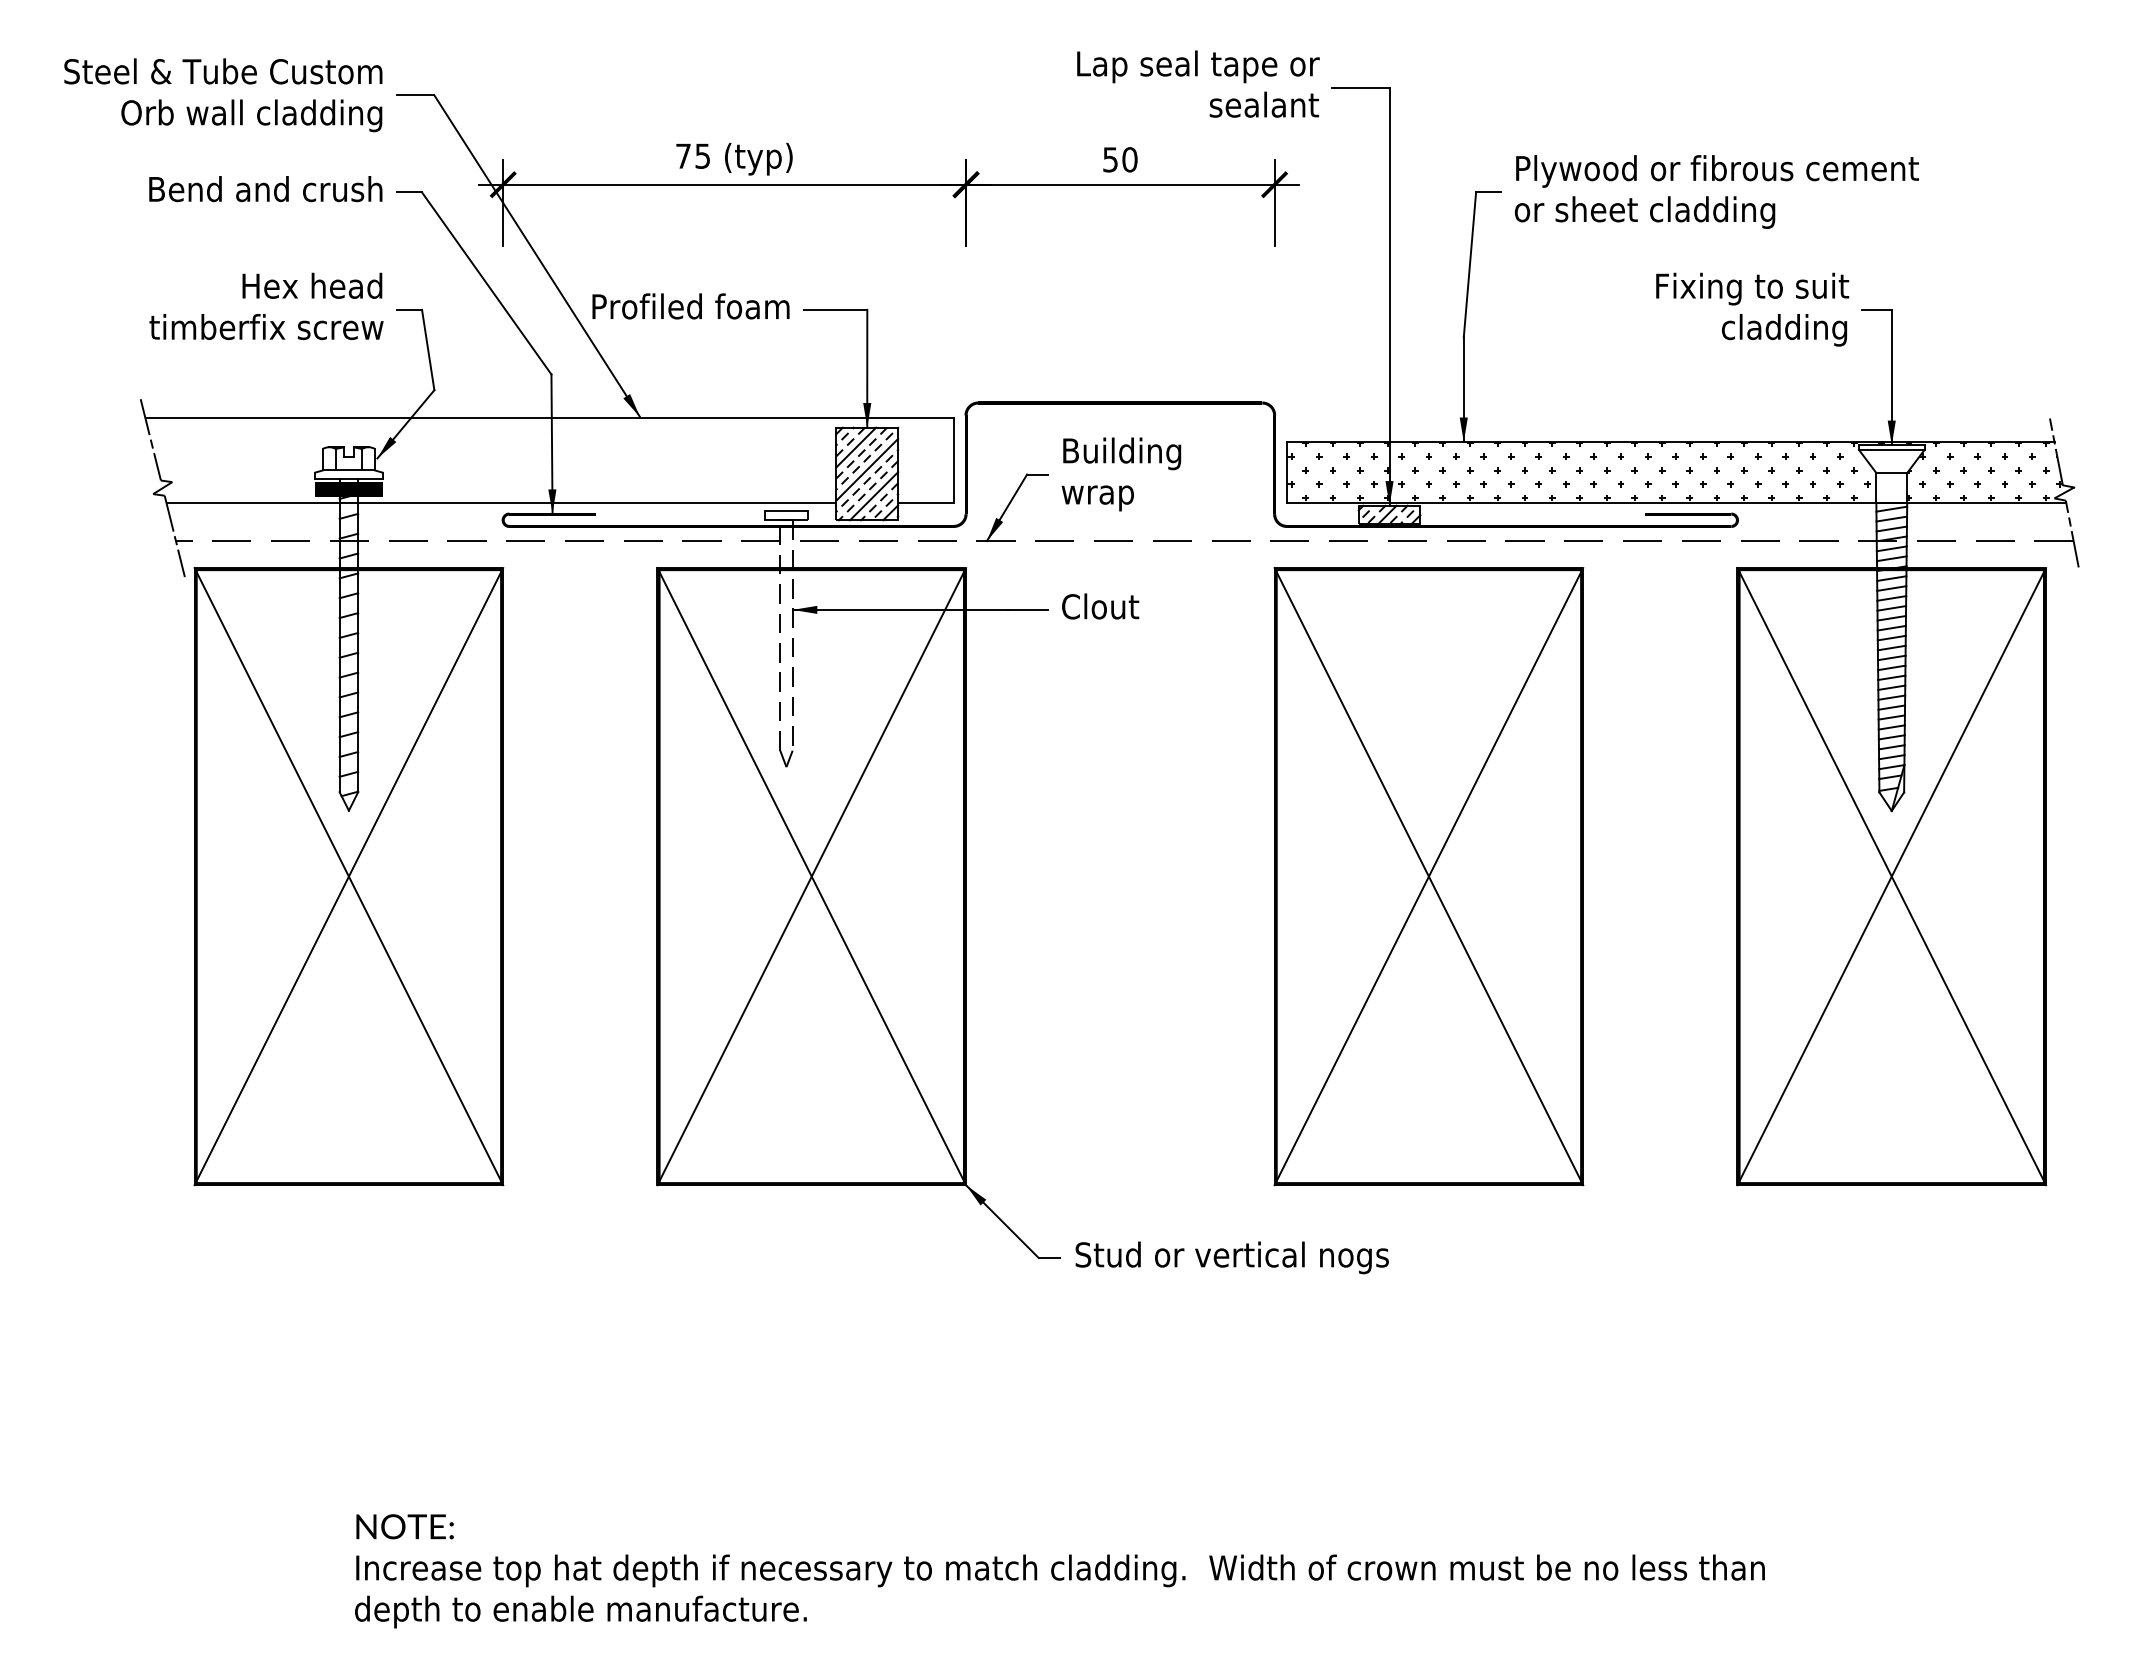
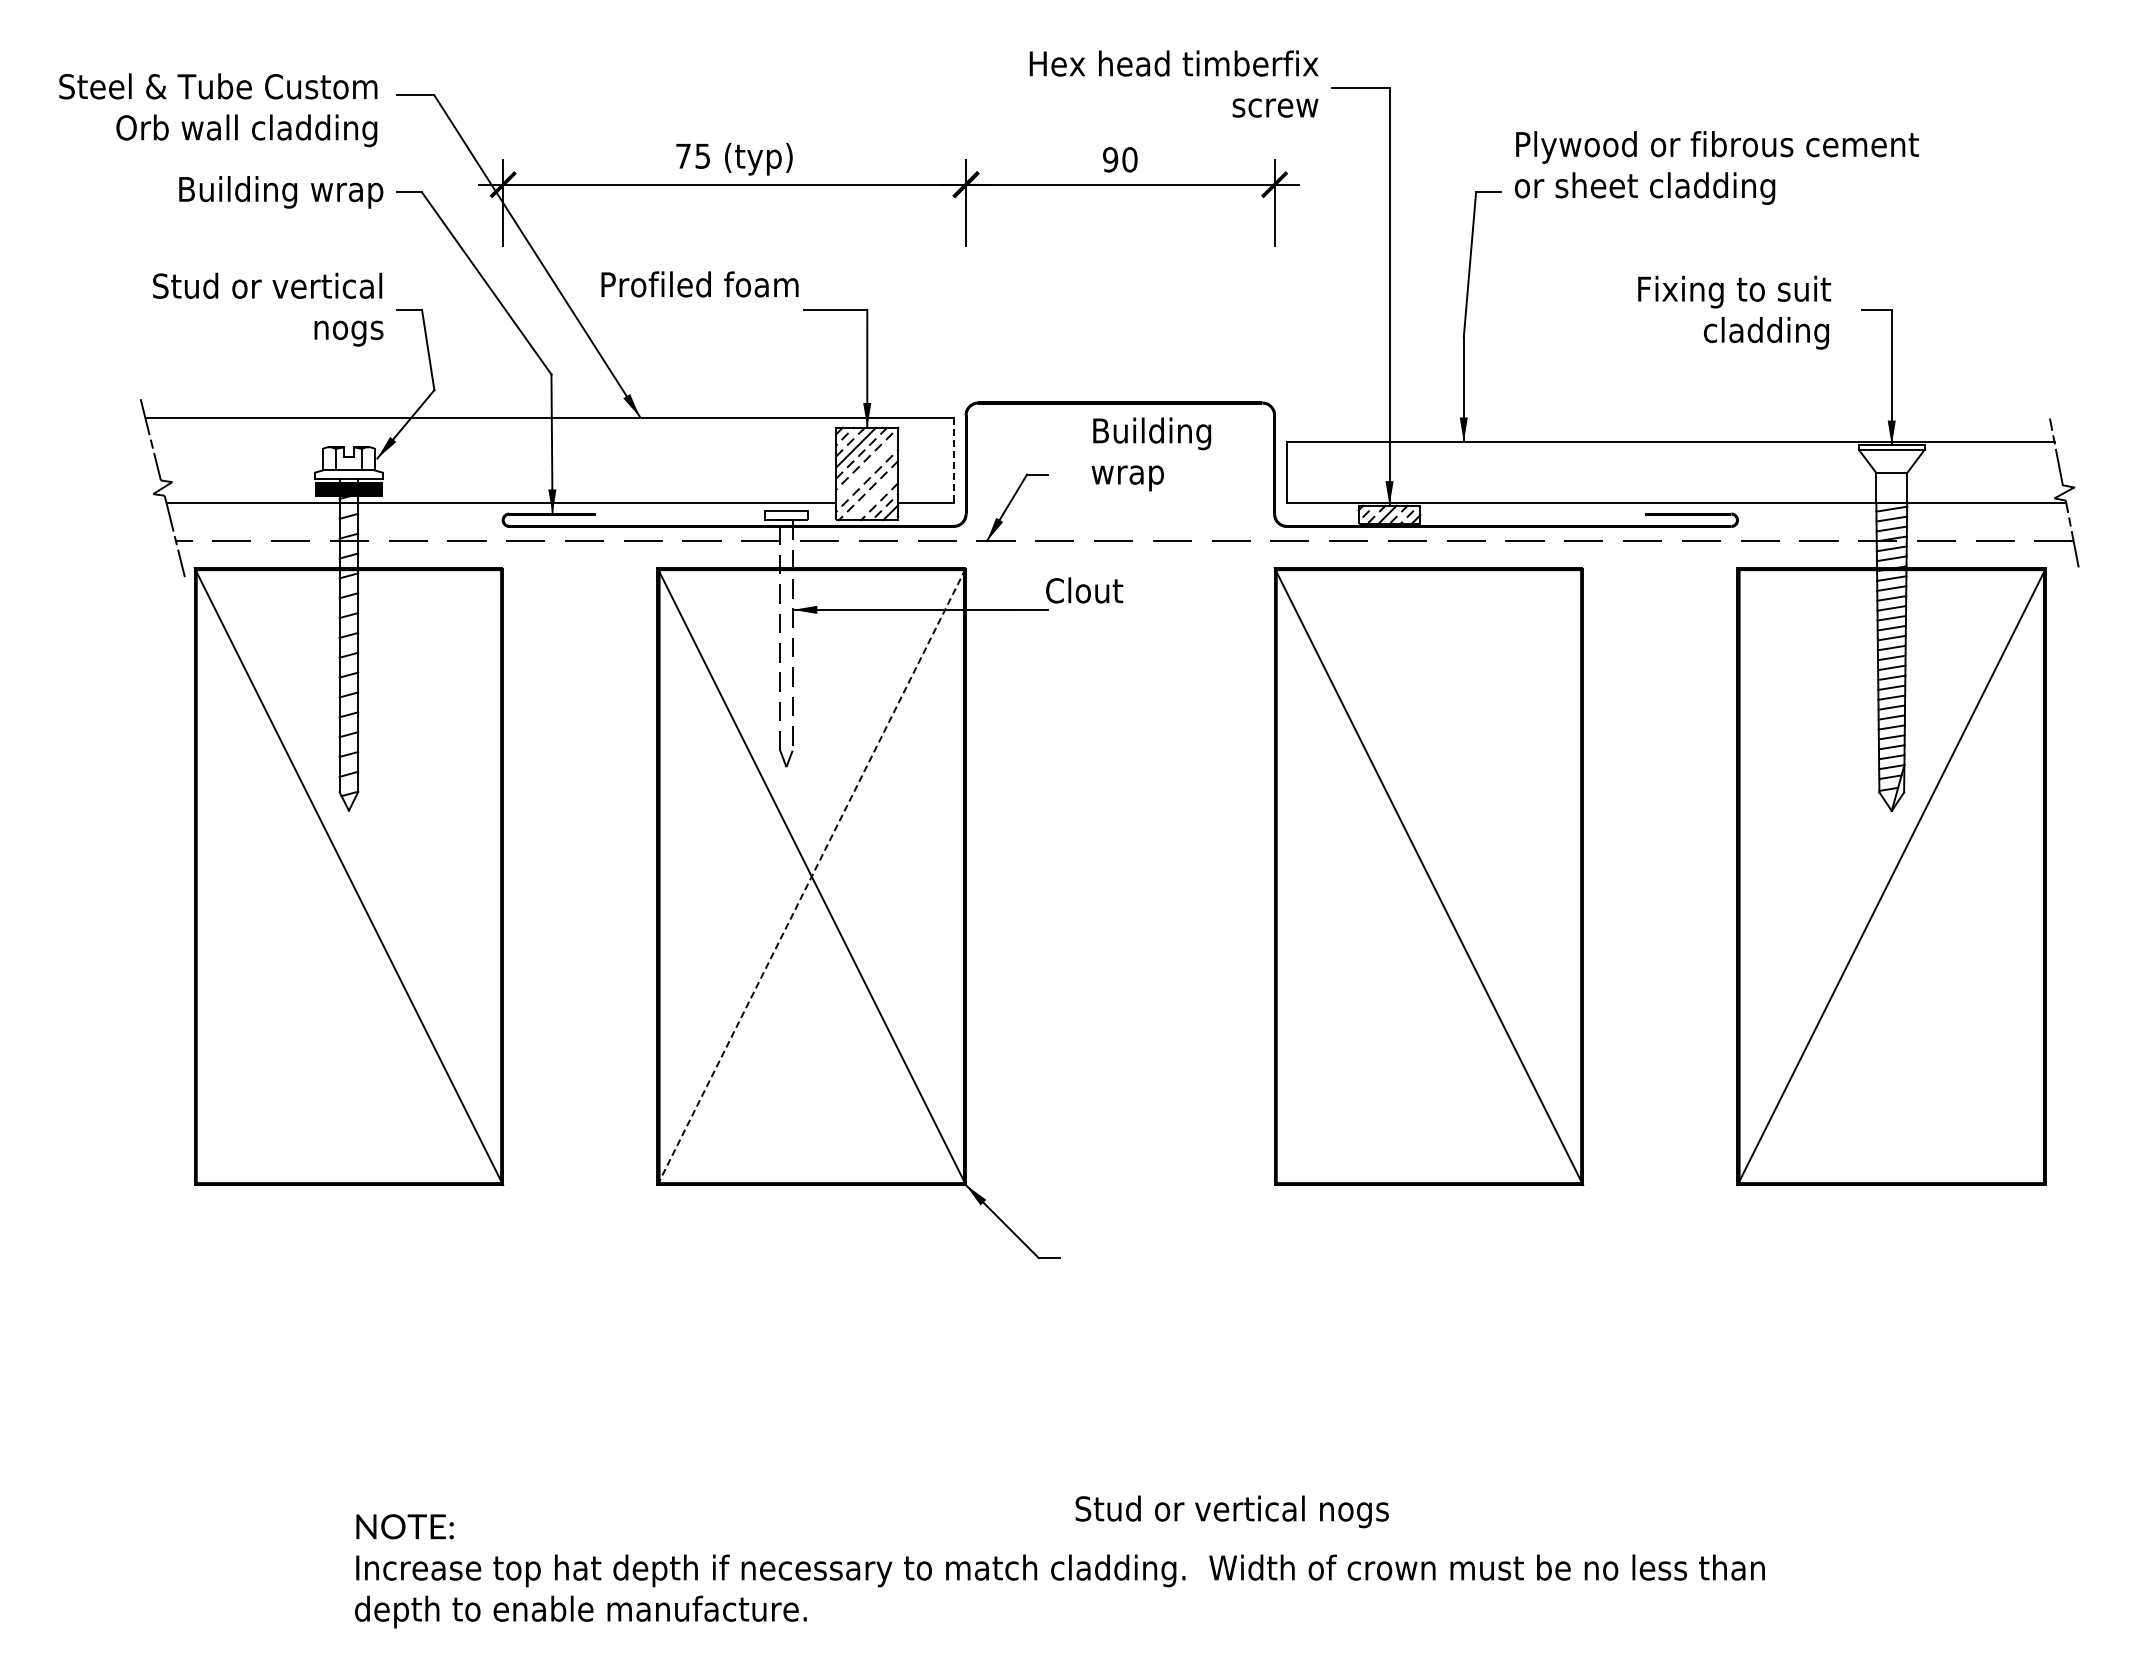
text at (1174, 83): Lap seal tape or sealant -> Hex head timberfix screw
text at (223, 95) position: (223, 95) -> (218, 110)
text at (1110, 159): 50 -> 90
text at (1716, 191) position: (1716, 191) -> (1716, 167)
text at (266, 192): Bend and crush -> Building wrap
text at (690, 306) position: (690, 306) -> (699, 284)
text at (266, 309): Hex head timberfix screw -> Stud or vertical nogs
text at (1752, 309) position: (1752, 309) -> (1734, 312)
line at (953, 460): solid -> dashed
line at (867, 469): present -> none
hatch at (1675, 471): present -> none
text at (1121, 474) position: (1121, 474) -> (1151, 454)
line at (874, 496): present -> none
text at (1100, 606) position: (1100, 606) -> (1084, 590)
line at (348, 876): present -> none
line at (811, 876): solid -> dashed
line at (1428, 876): present -> none
line at (1891, 876): present -> none
text at (1231, 1257) position: (1231, 1257) -> (1231, 1511)
